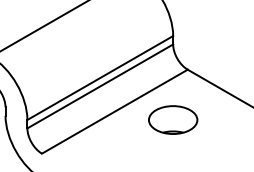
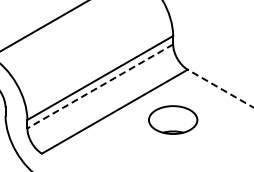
line at (99, 86): solid -> dashed
line at (220, 88): solid -> dashed
